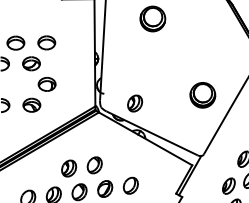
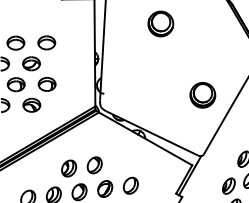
part at (152, 18) position: (152, 18) -> (160, 23)
part at (15, 84): none -> present
part at (135, 103): present -> none
